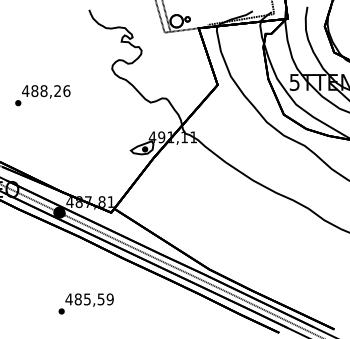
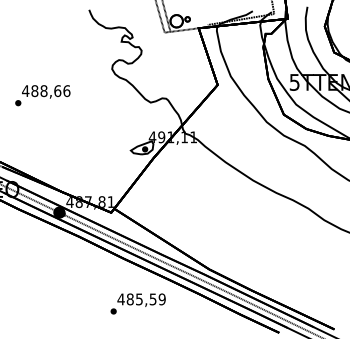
text at (57, 91): 488,26 -> 488,66
text at (85, 303) position: (85, 303) -> (137, 303)
